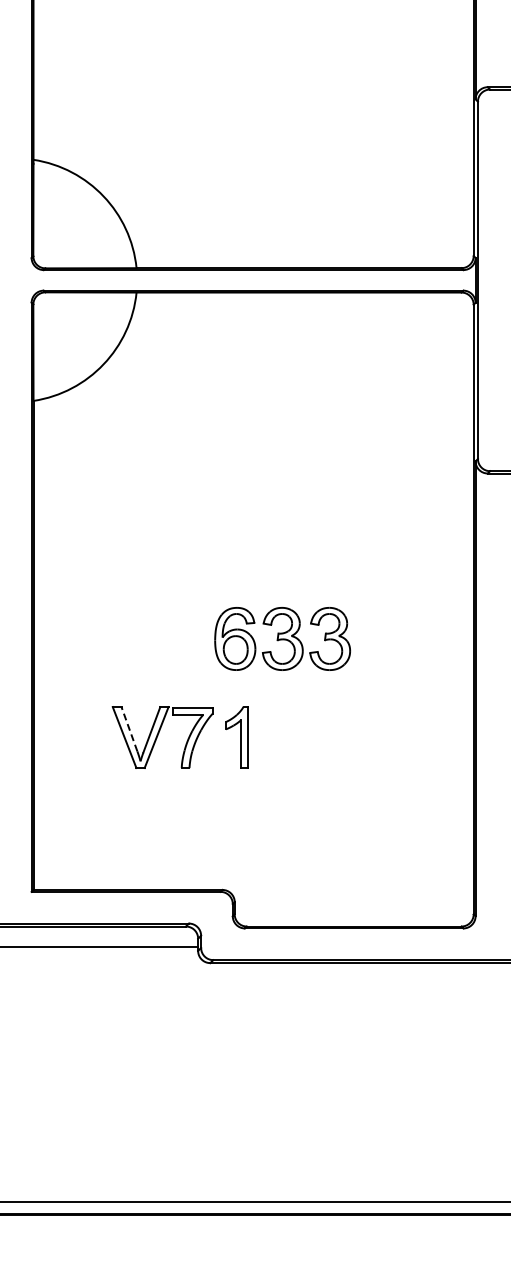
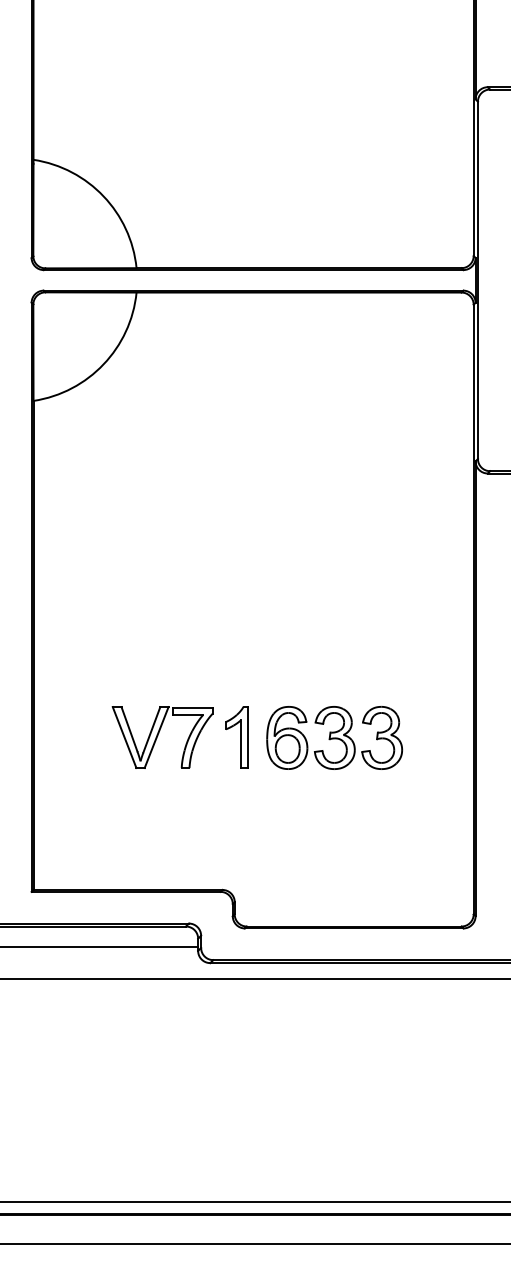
part at (282, 638) position: (282, 638) -> (334, 737)
line at (129, 729): dashed -> solid
line at (254, 978): none -> present
line at (254, 1243): none -> present
